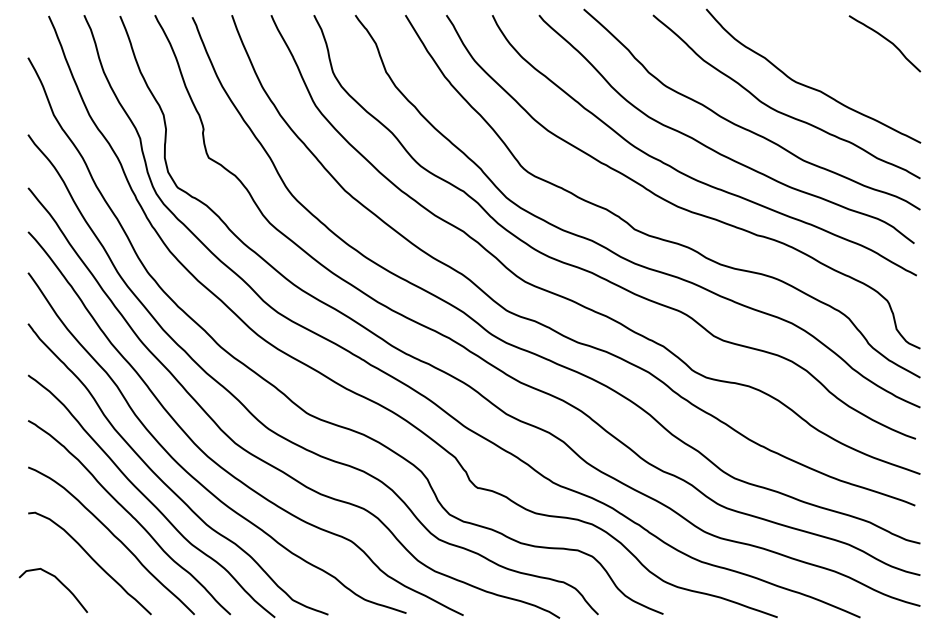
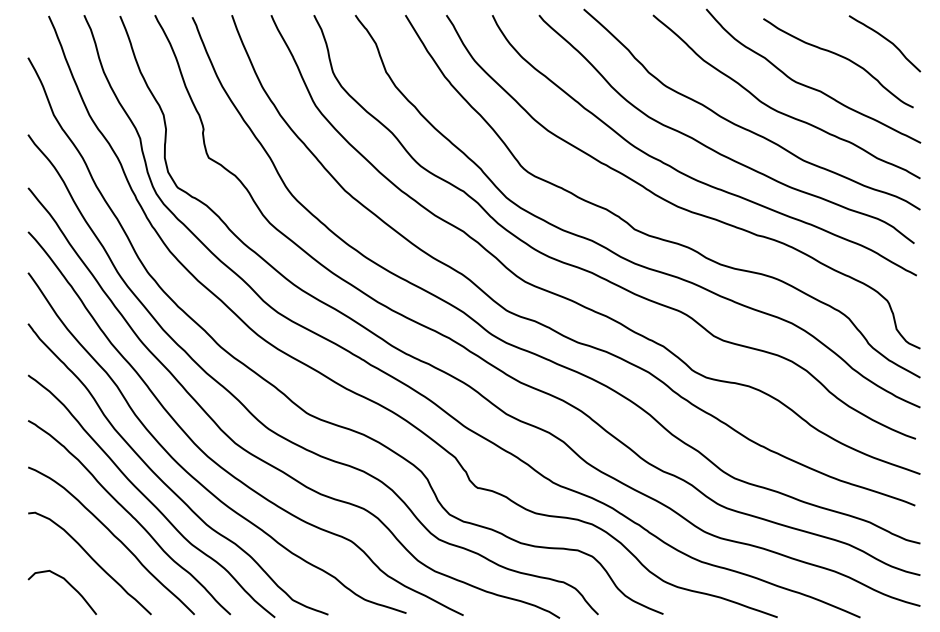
curve at (841, 57): none -> present
curve at (59, 582) position: (59, 582) -> (68, 584)
